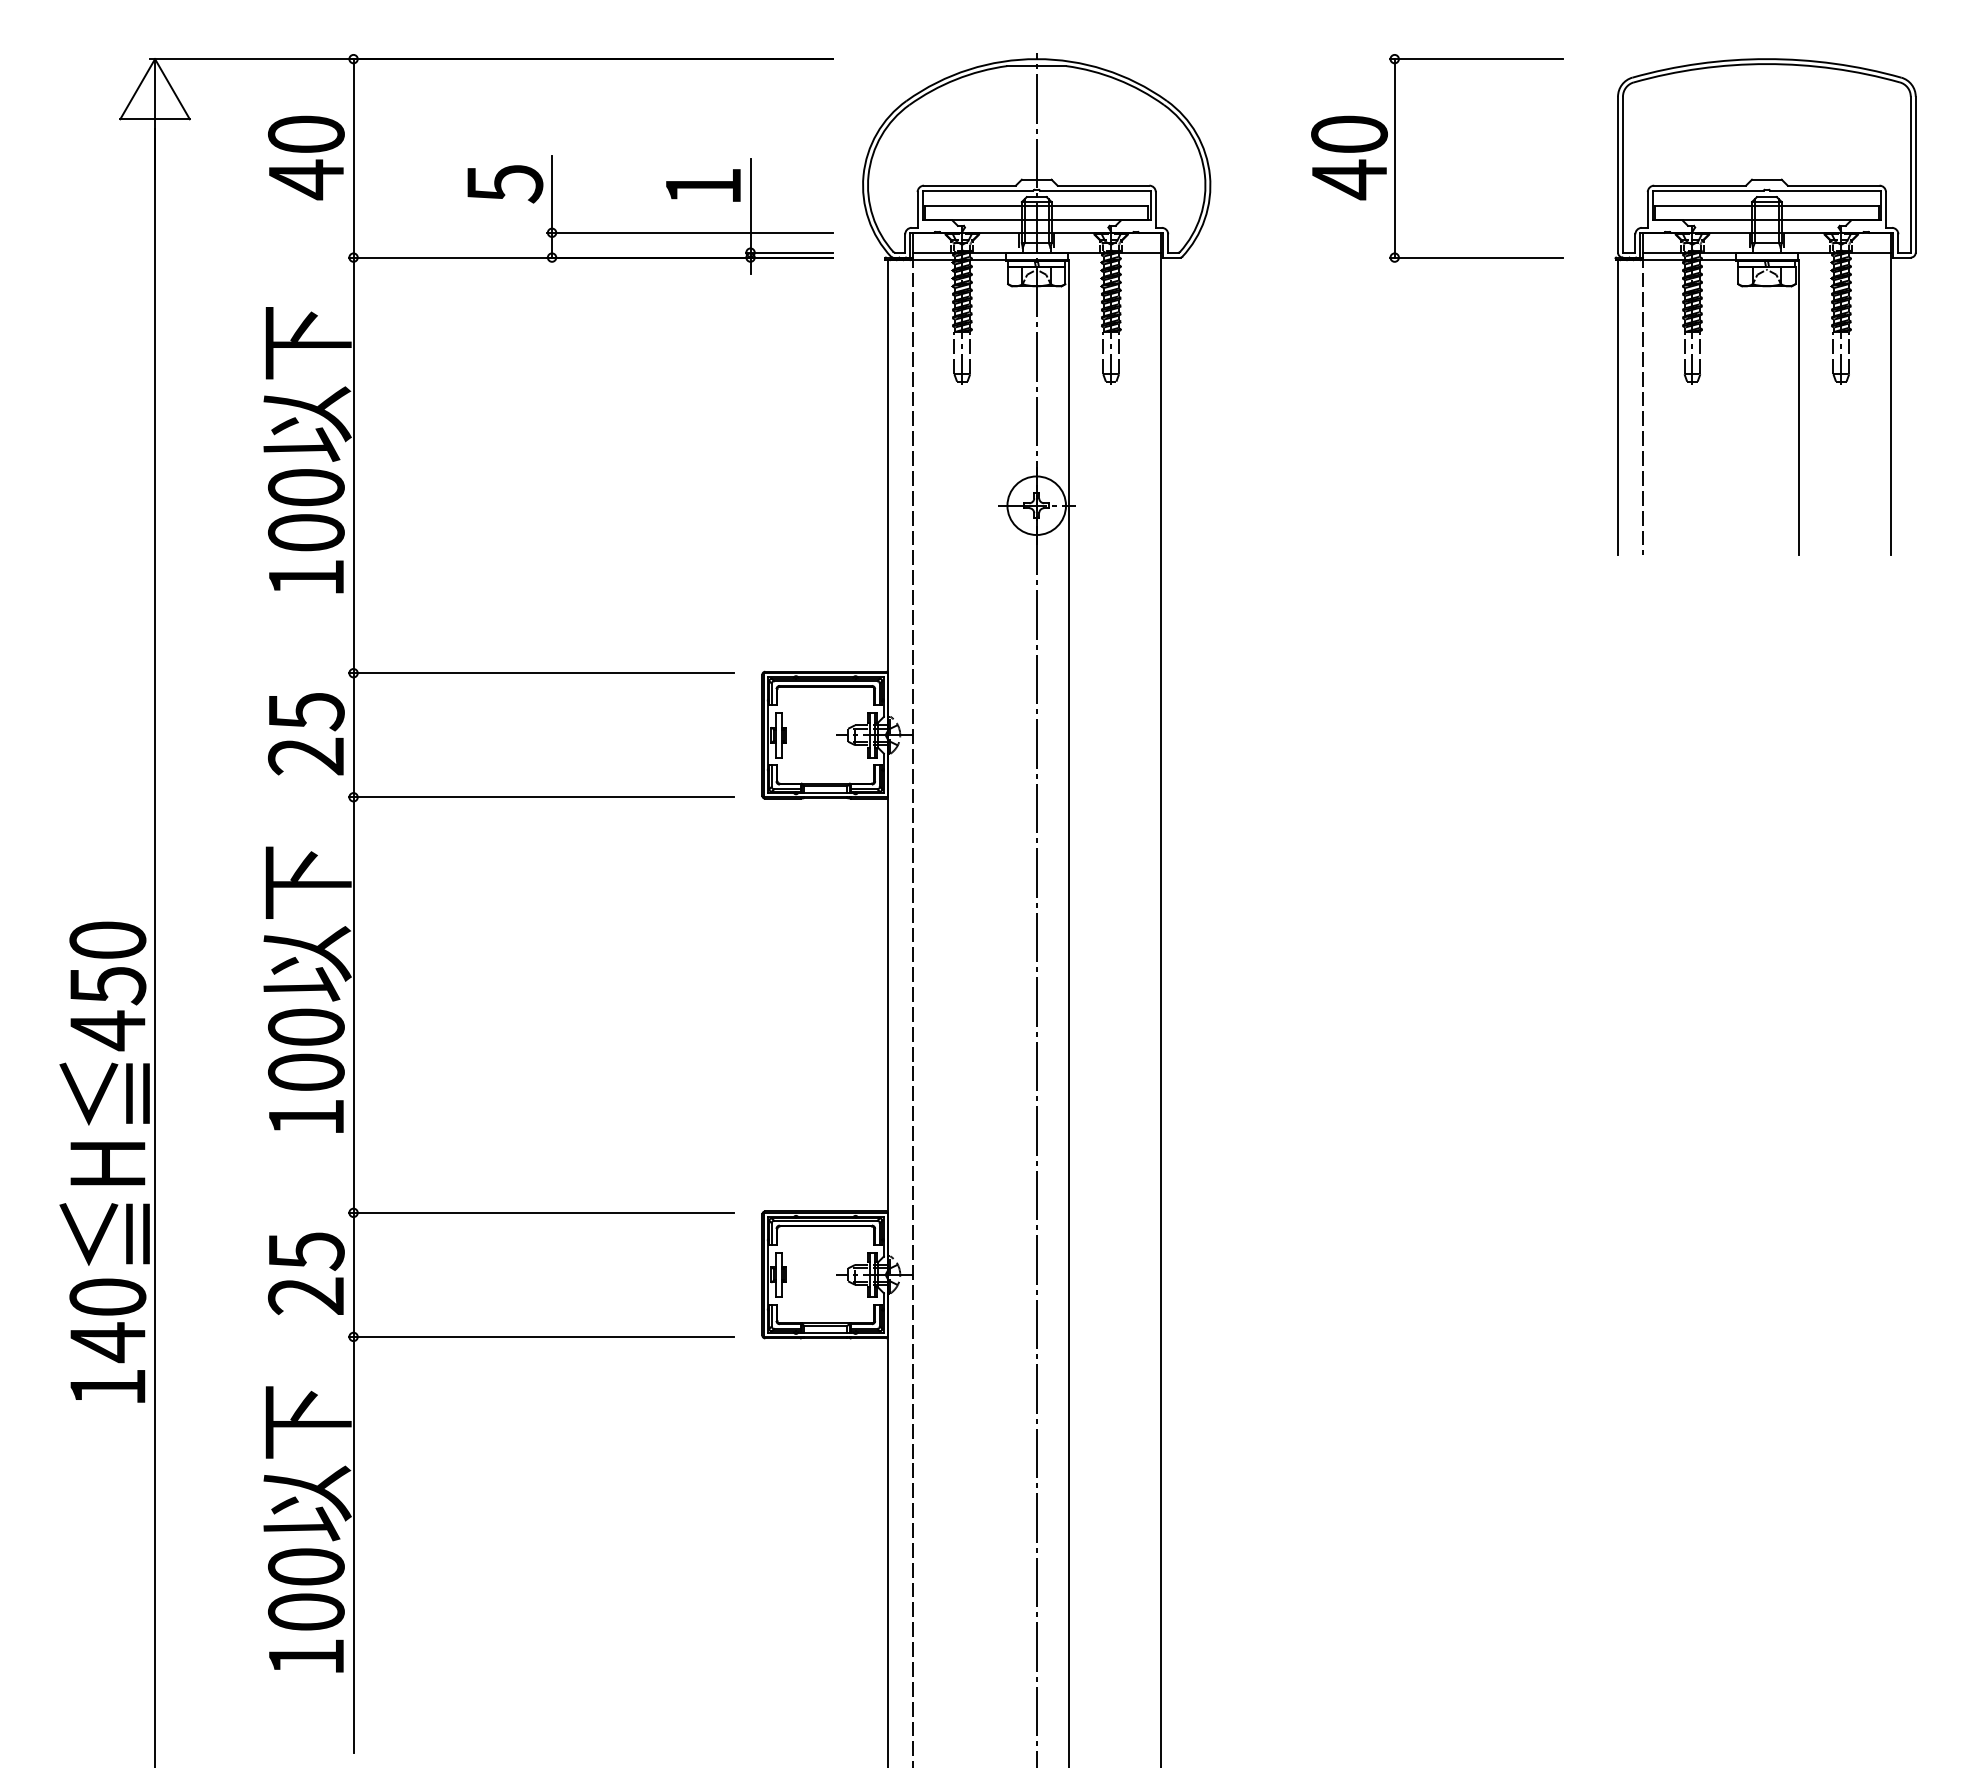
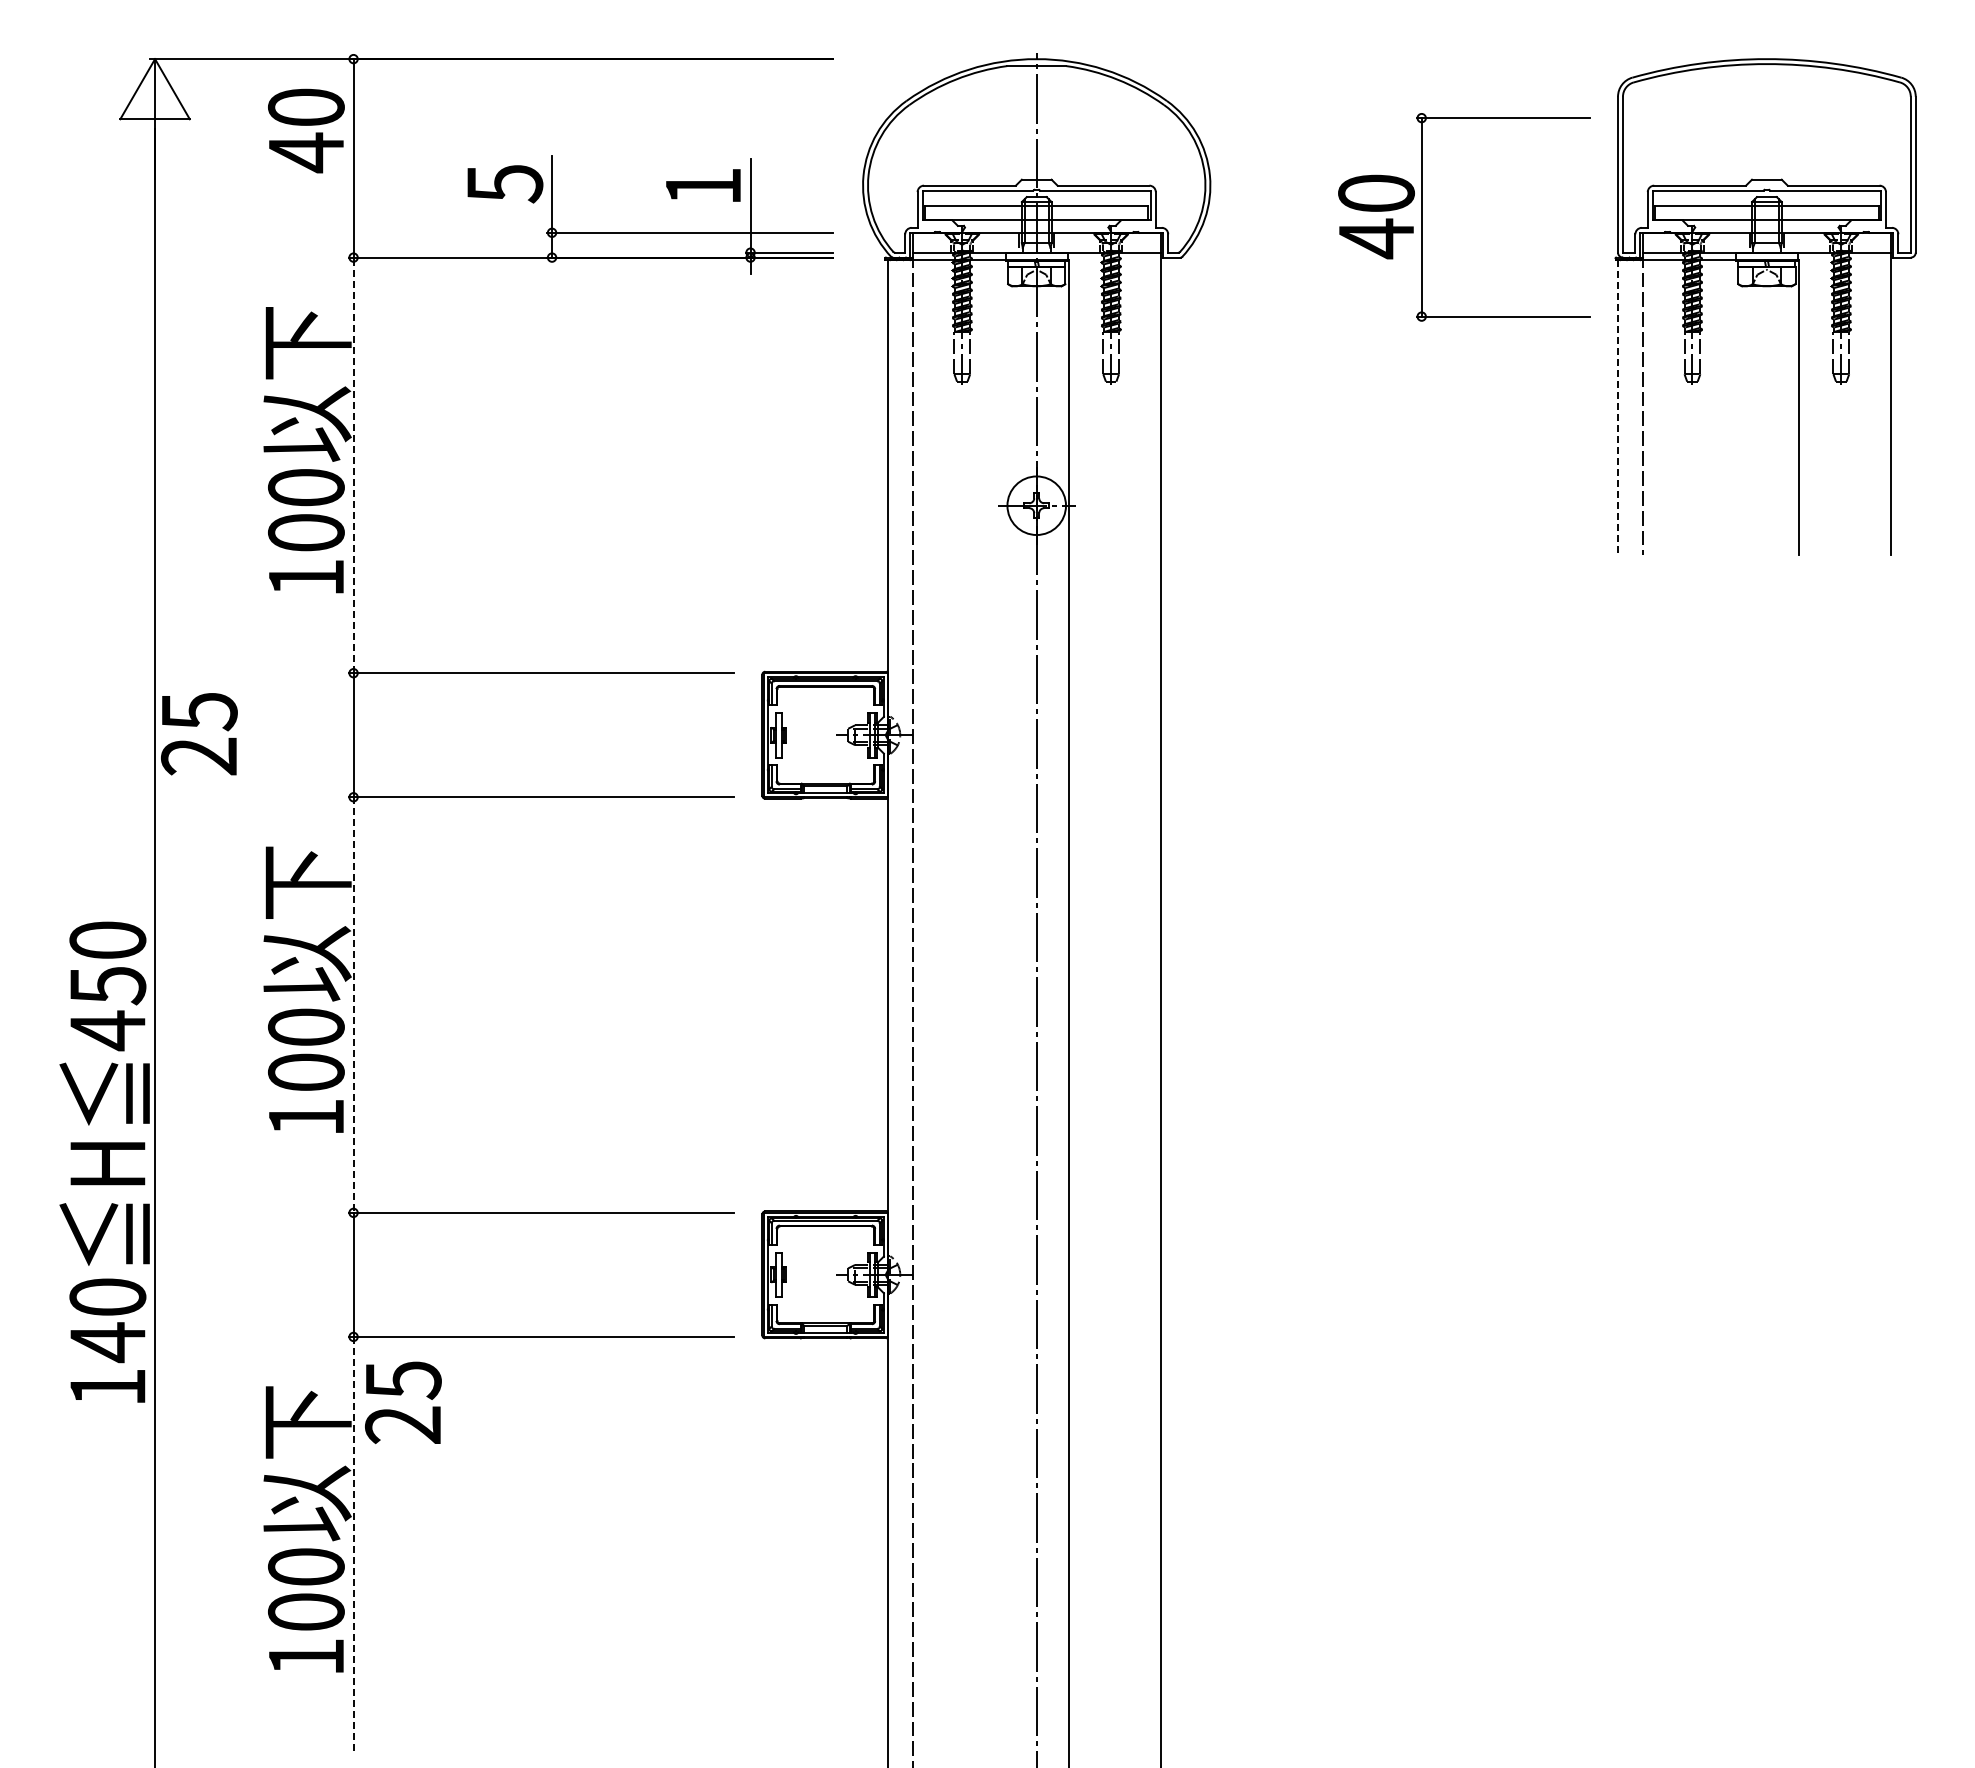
text at (306, 157) position: (306, 157) -> (306, 130)
part at (1395, 158) position: (1395, 158) -> (1422, 217)
line at (1618, 407): solid -> dashed
line at (353, 465): solid -> dashed
text at (306, 734) position: (306, 734) -> (199, 734)
line at (353, 1005): solid -> dashed
text at (306, 1273) position: (306, 1273) -> (403, 1402)
line at (353, 1544): solid -> dashed
